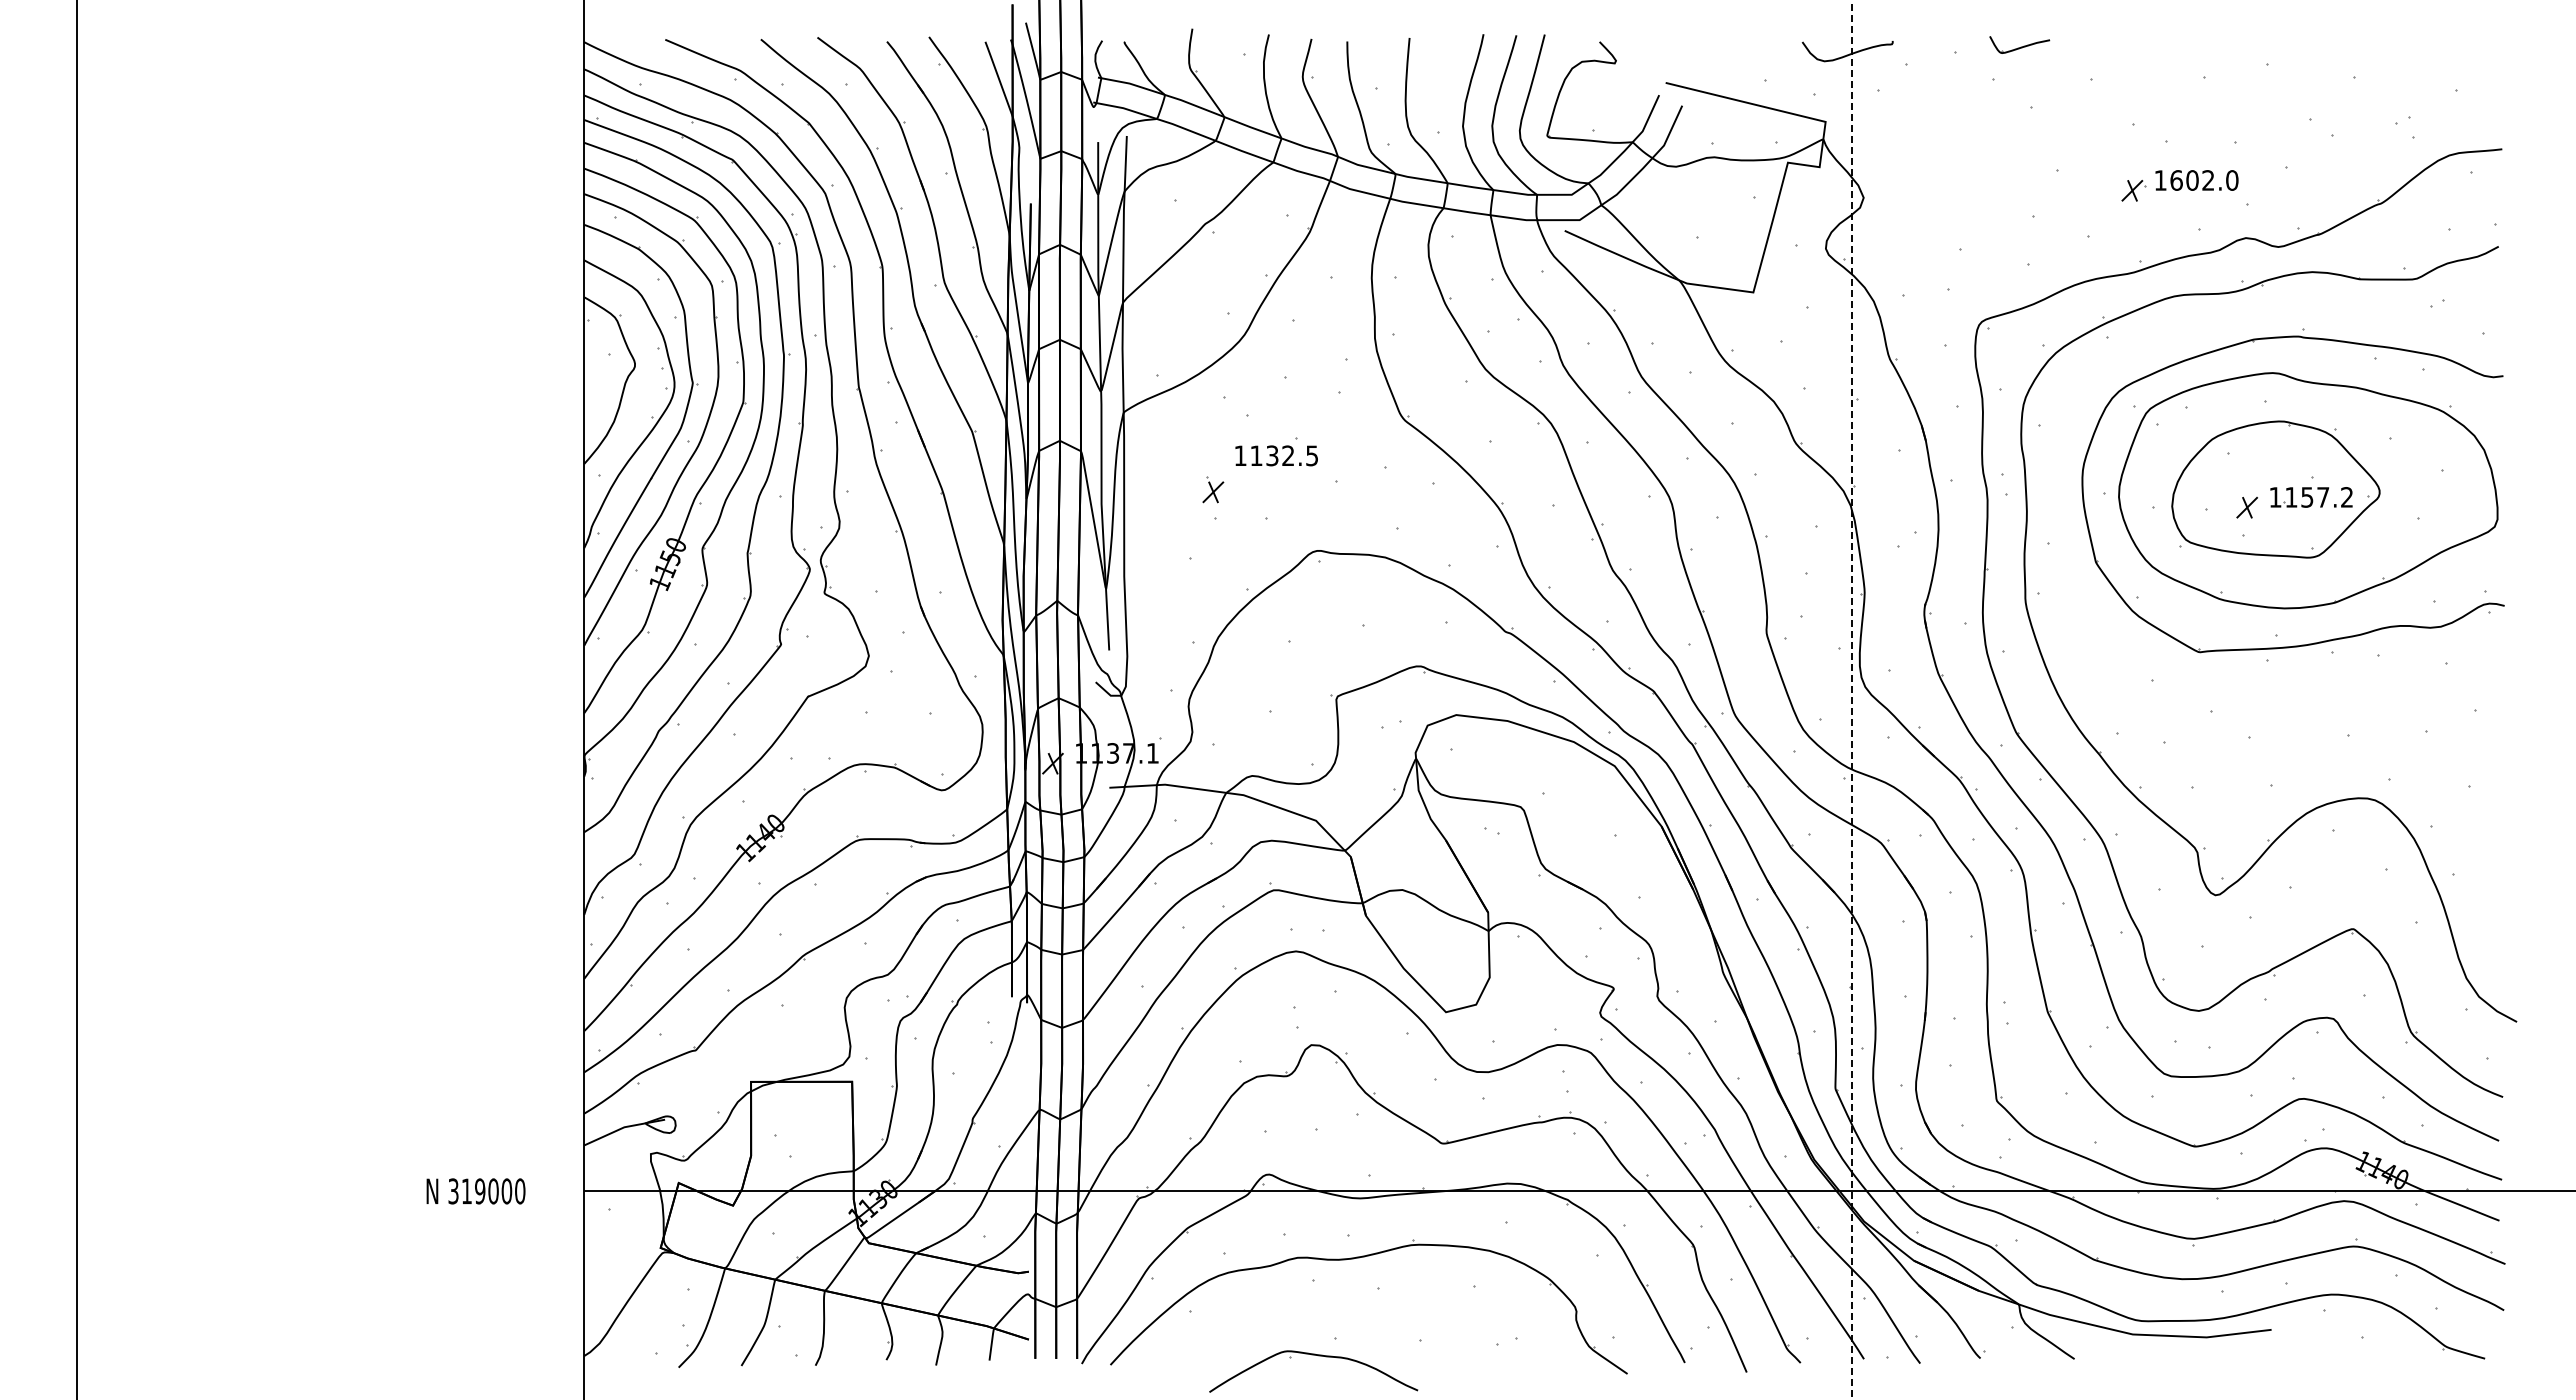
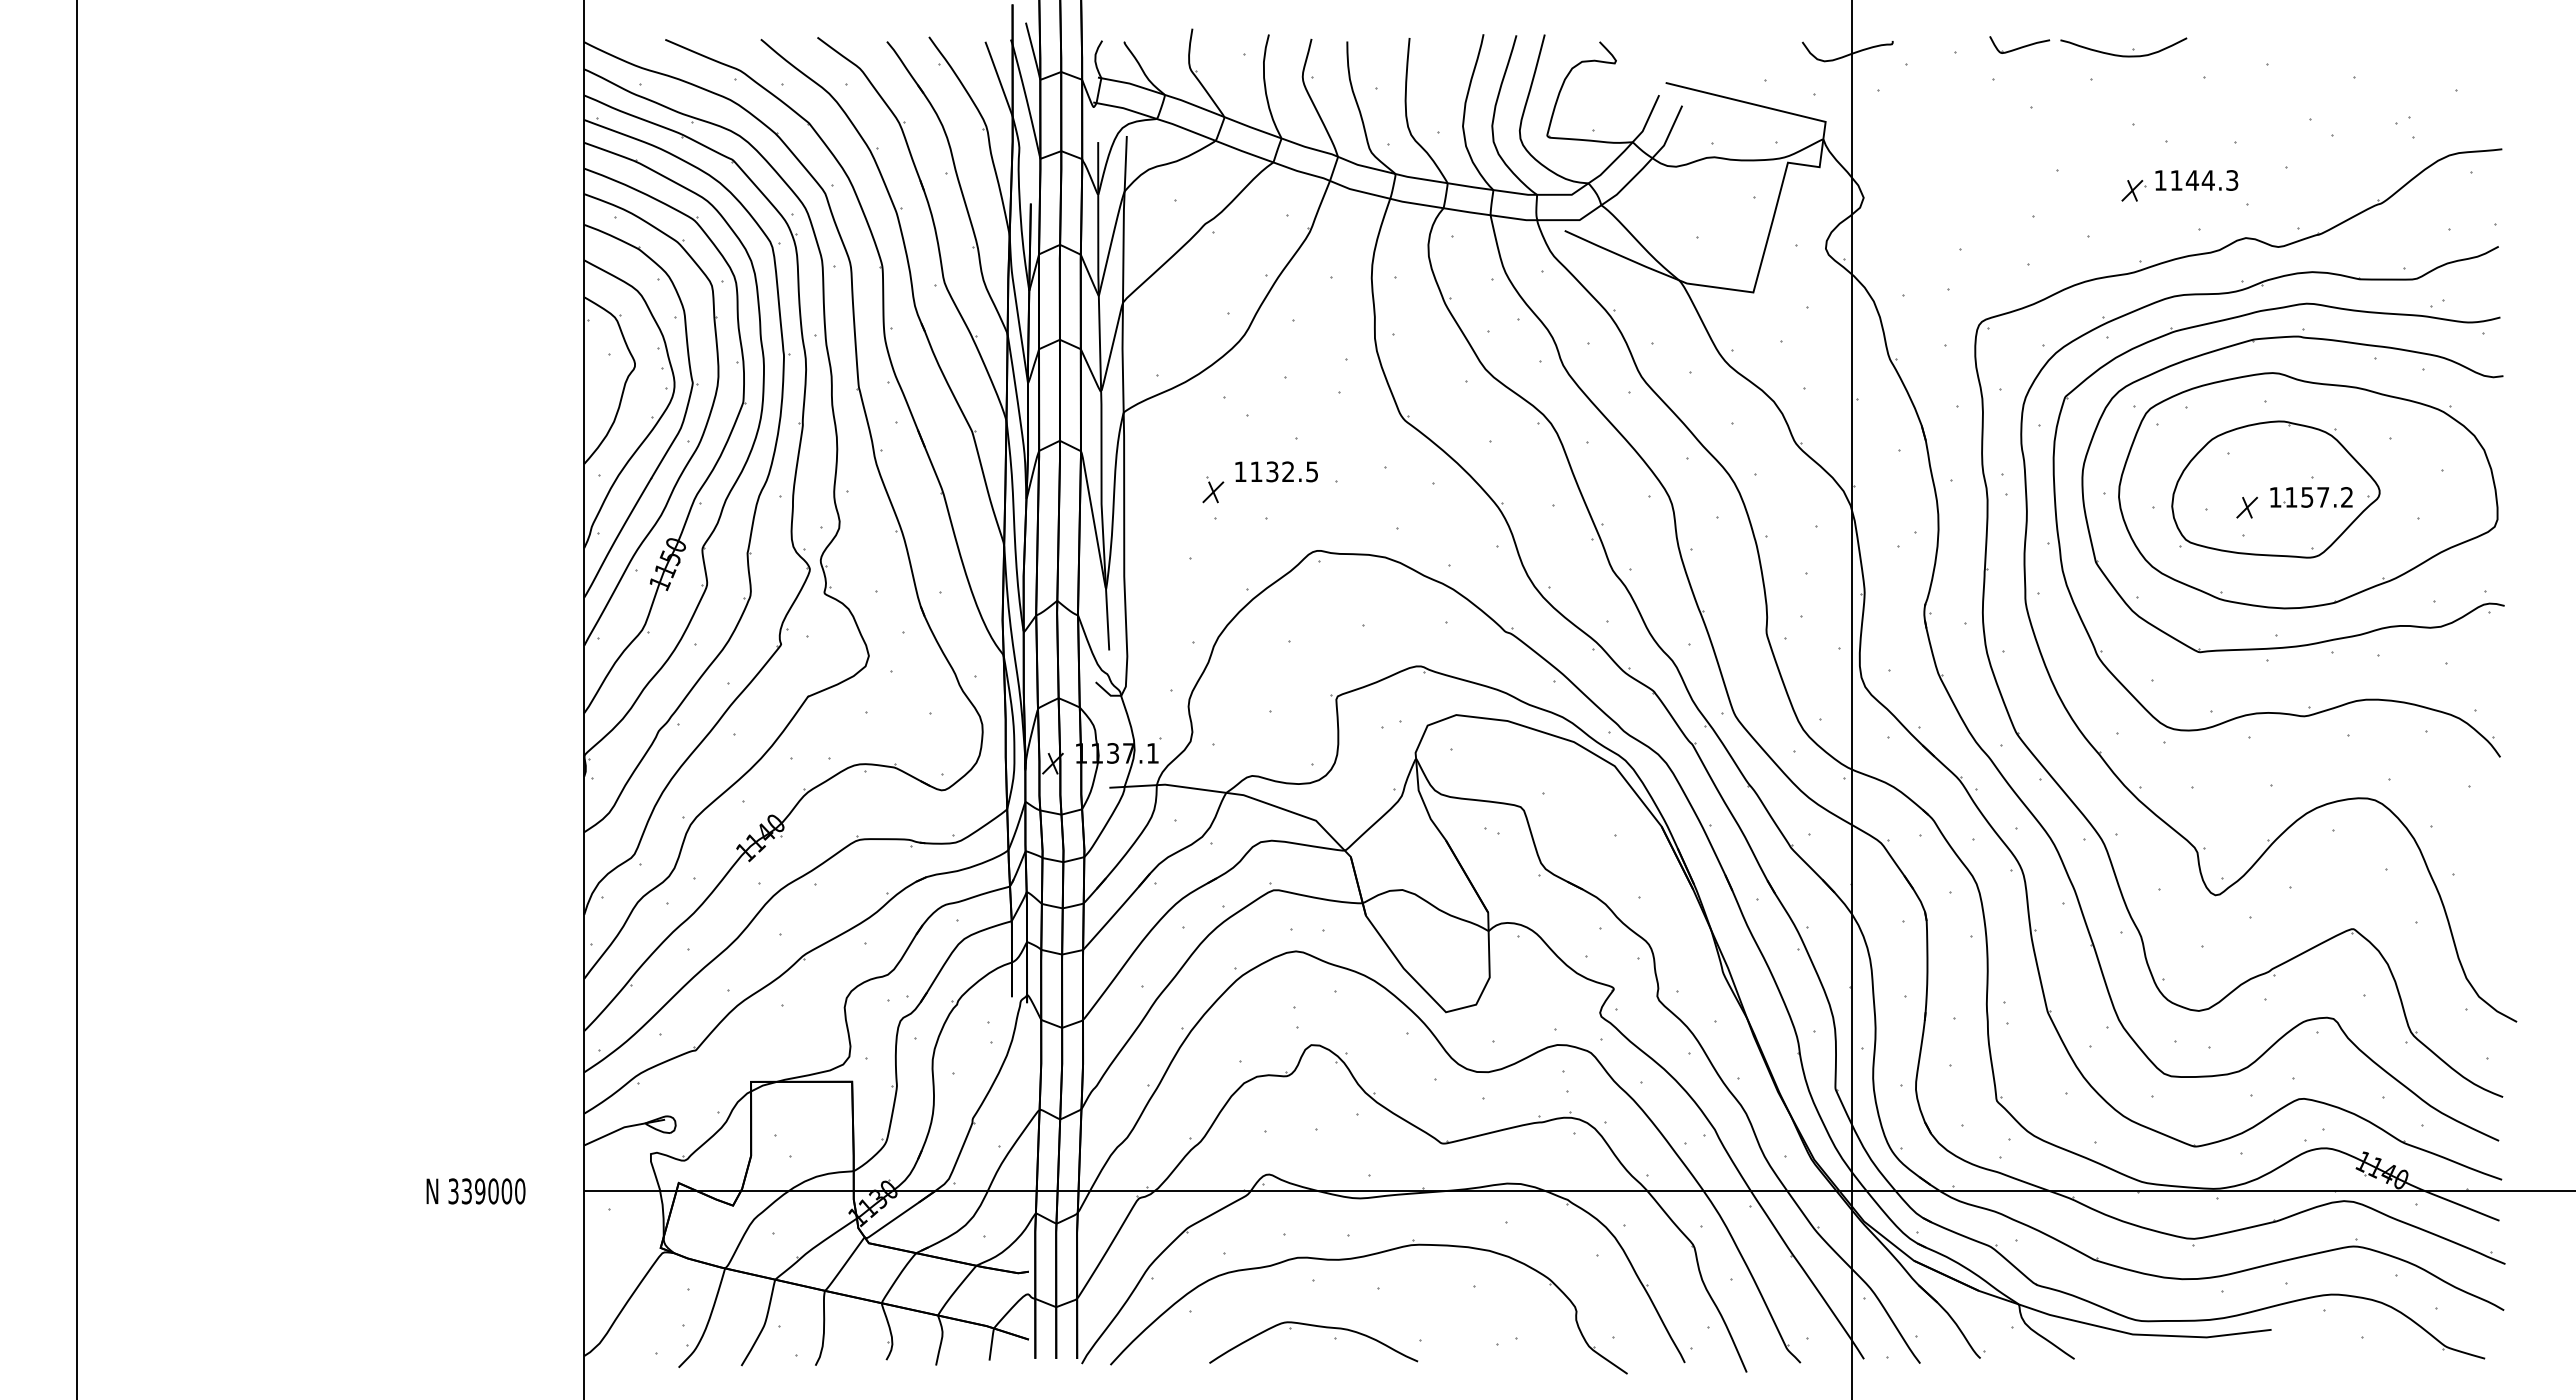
part at (2123, 55): none -> present
text at (2204, 180): 1602.0 -> 1144.3
text at (1276, 455) position: (1276, 455) -> (1276, 471)
line at (1851, 699): dashed -> solid
part at (2309, 706): none -> present
text at (466, 1191): 319000 -> 339000
part at (1318, 1356) position: (1318, 1356) -> (1318, 1327)
